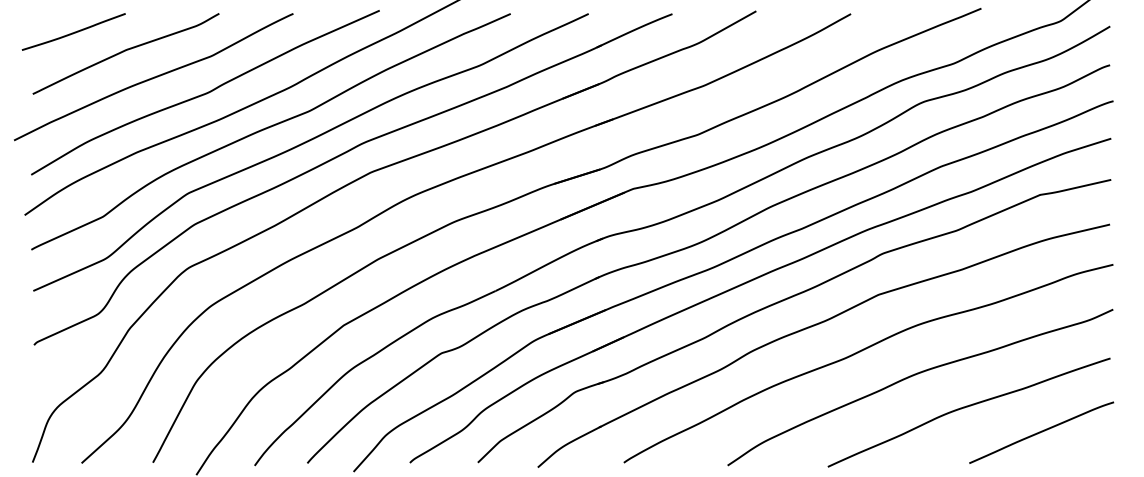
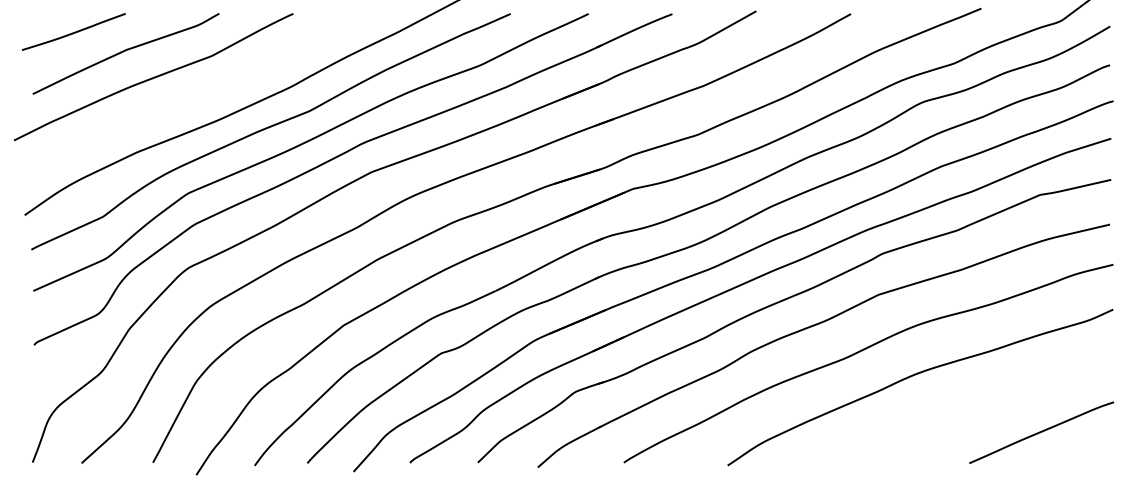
curve at (205, 92): present -> none
curve at (967, 407): present -> none
